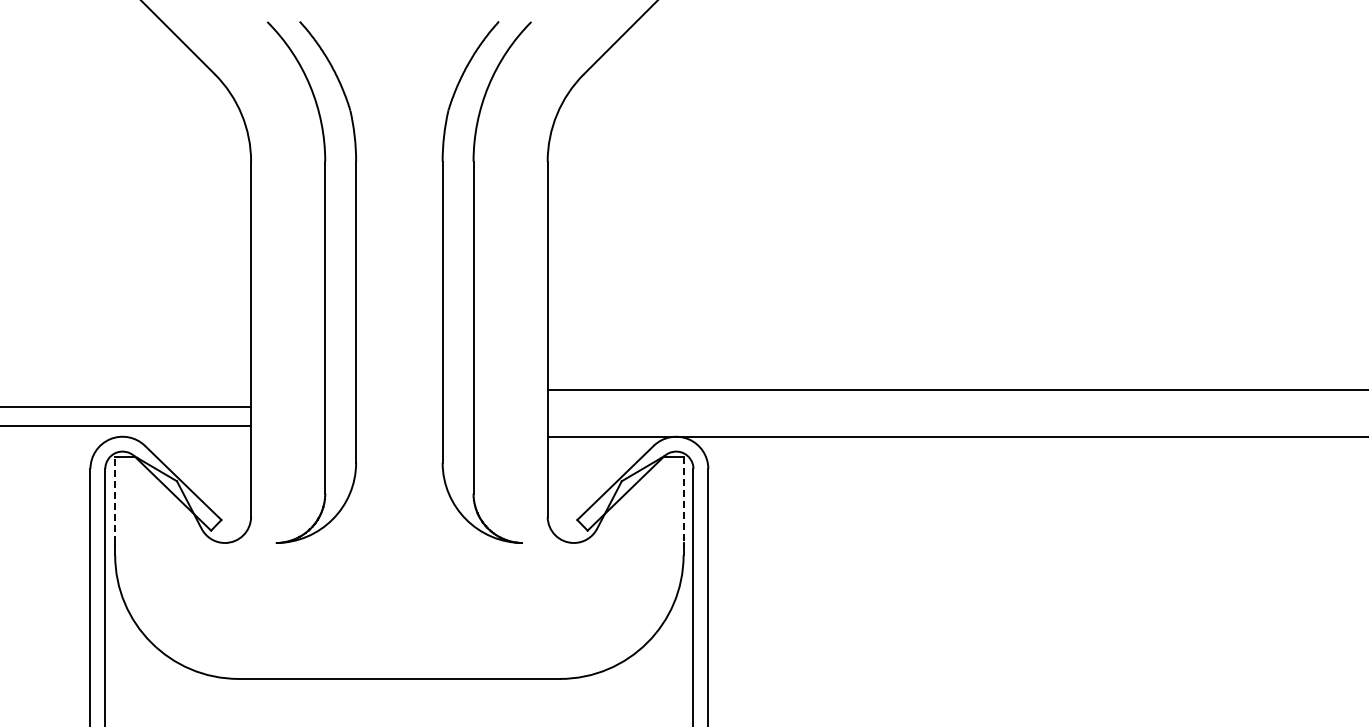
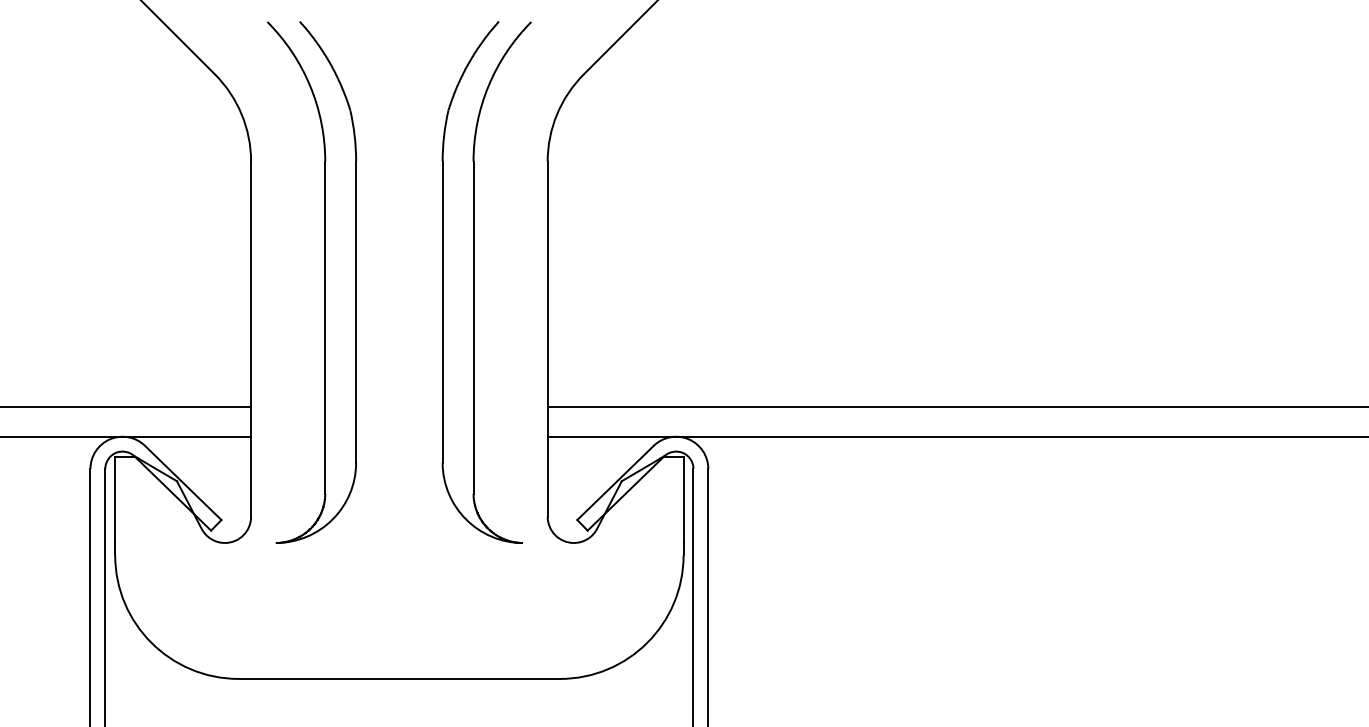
line at (956, 390) position: (956, 390) -> (956, 407)
line at (126, 425) position: (126, 425) -> (126, 436)
line at (115, 499): dashed -> solid
line at (683, 500): dashed -> solid
